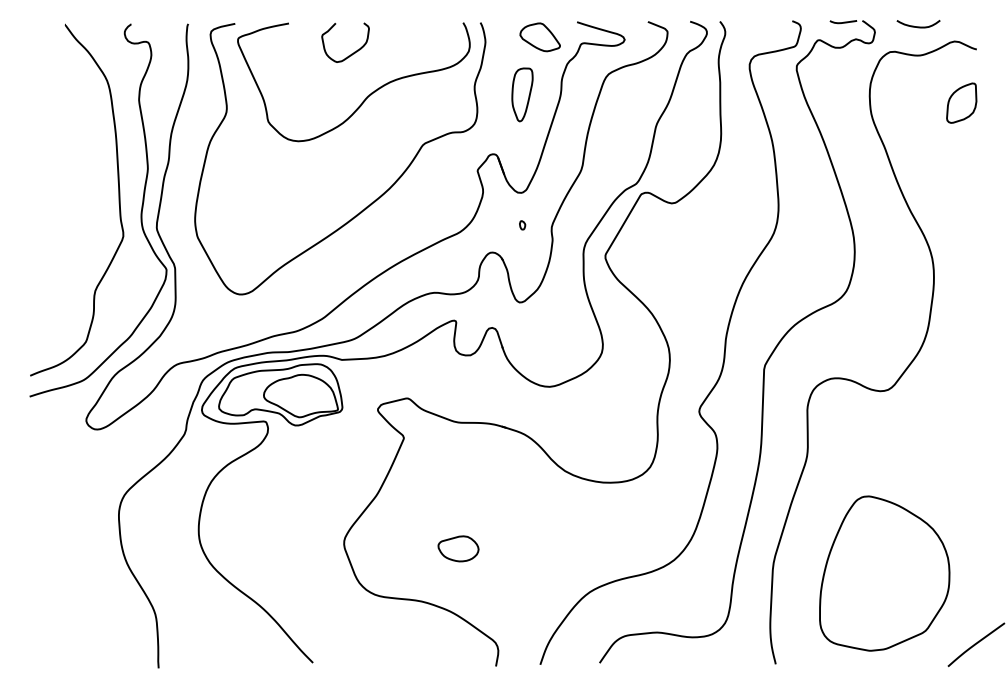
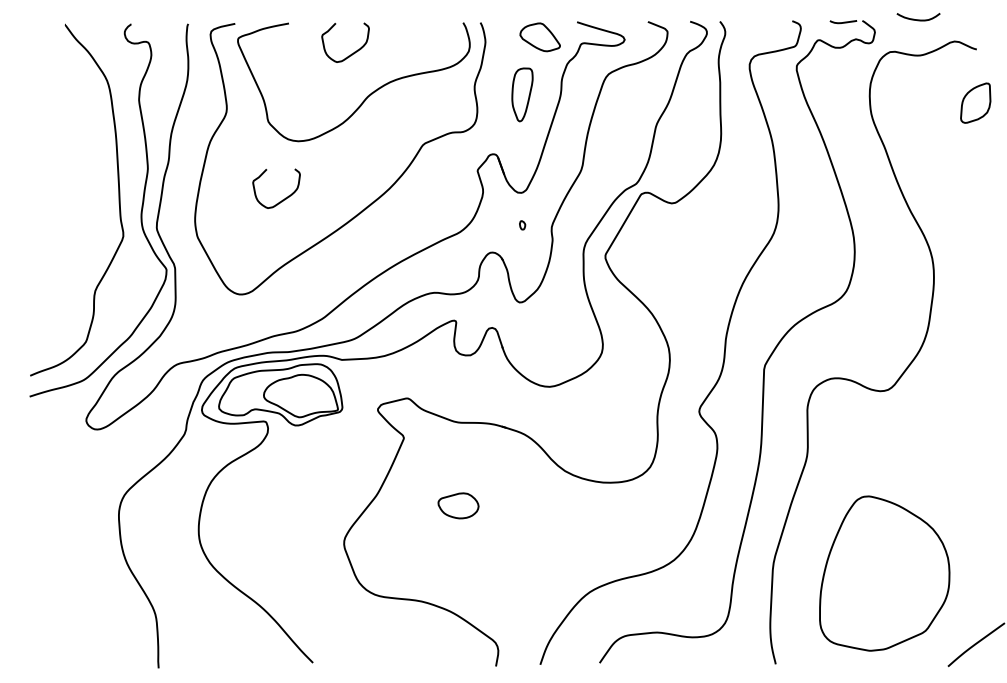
curve at (918, 26) position: (918, 26) -> (918, 19)
part at (961, 102) position: (961, 102) -> (975, 102)
curve at (282, 199): none -> present
part at (458, 548) position: (458, 548) -> (458, 505)
